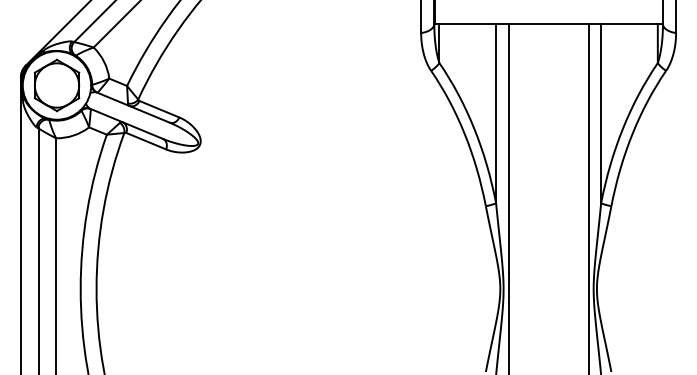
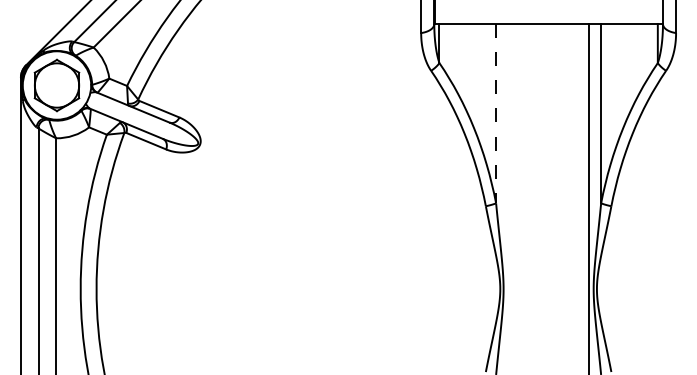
line at (496, 113): solid -> dashed
line at (508, 197): present -> none
